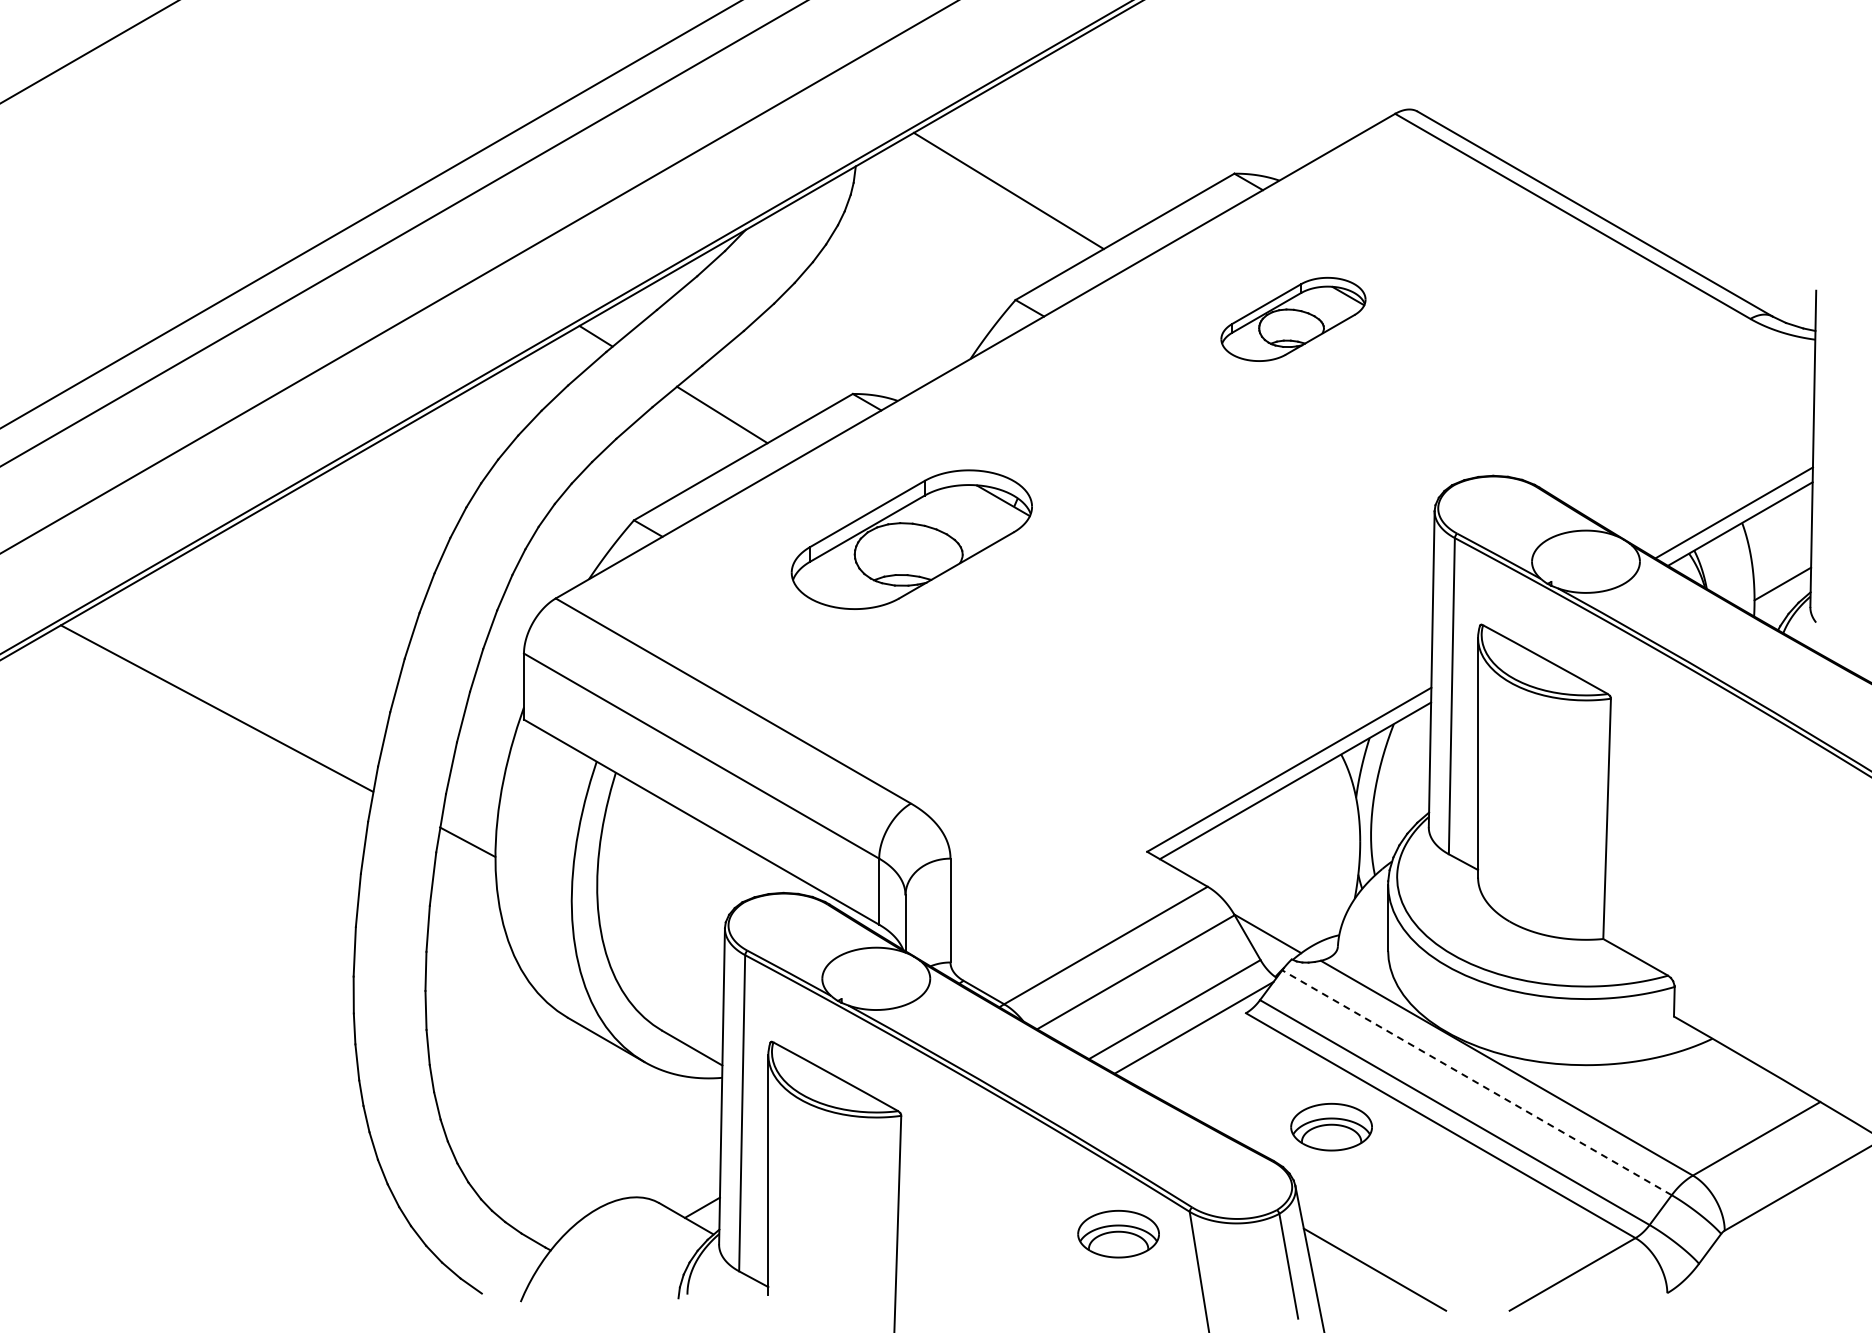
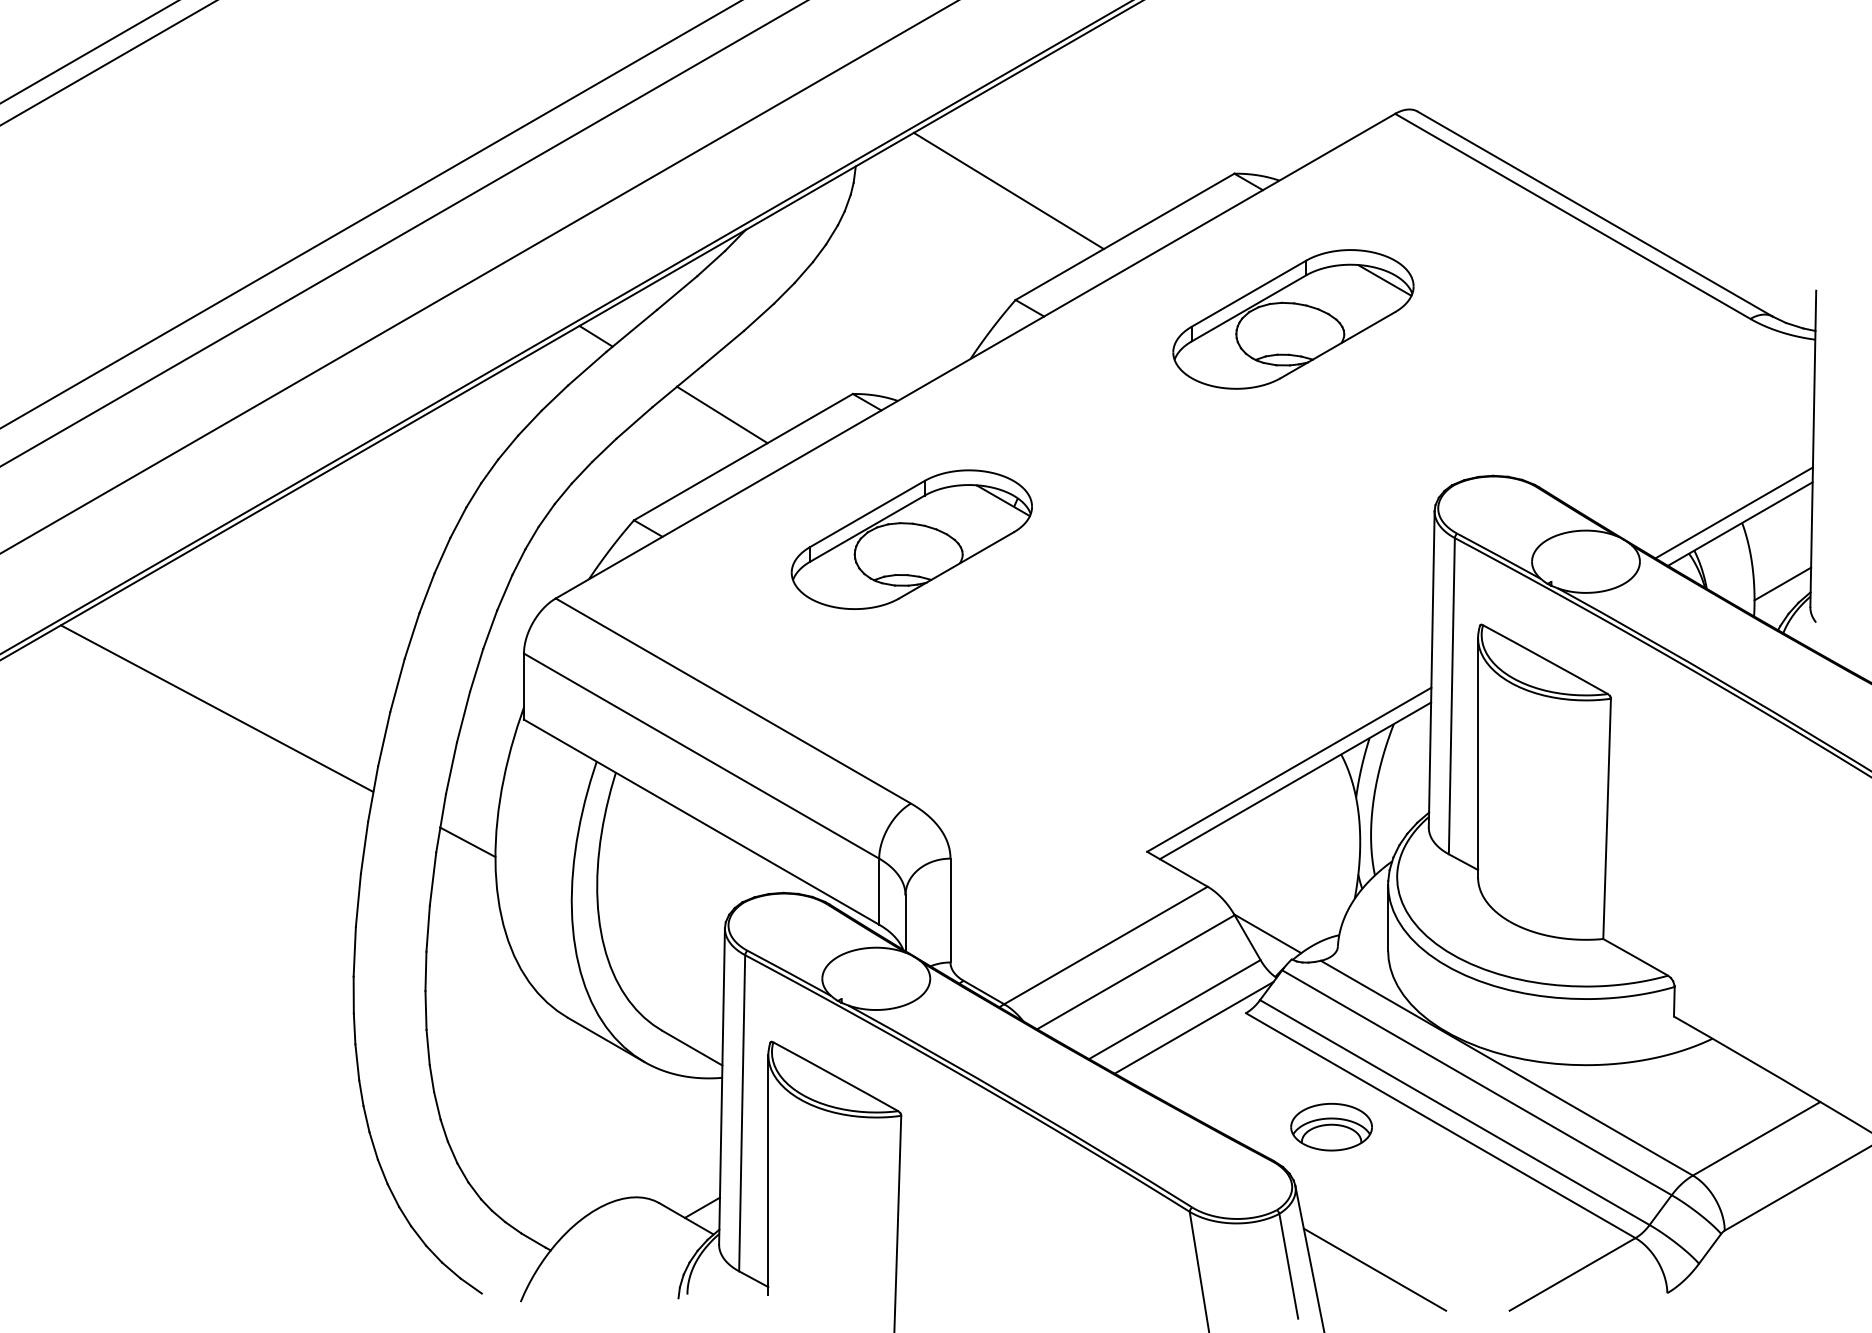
line at (108, 63): none -> present
part at (1293, 318) size: 147x86 px -> 243x141 px
line at (1476, 1082): dashed -> solid
part at (1118, 1233): present -> none
